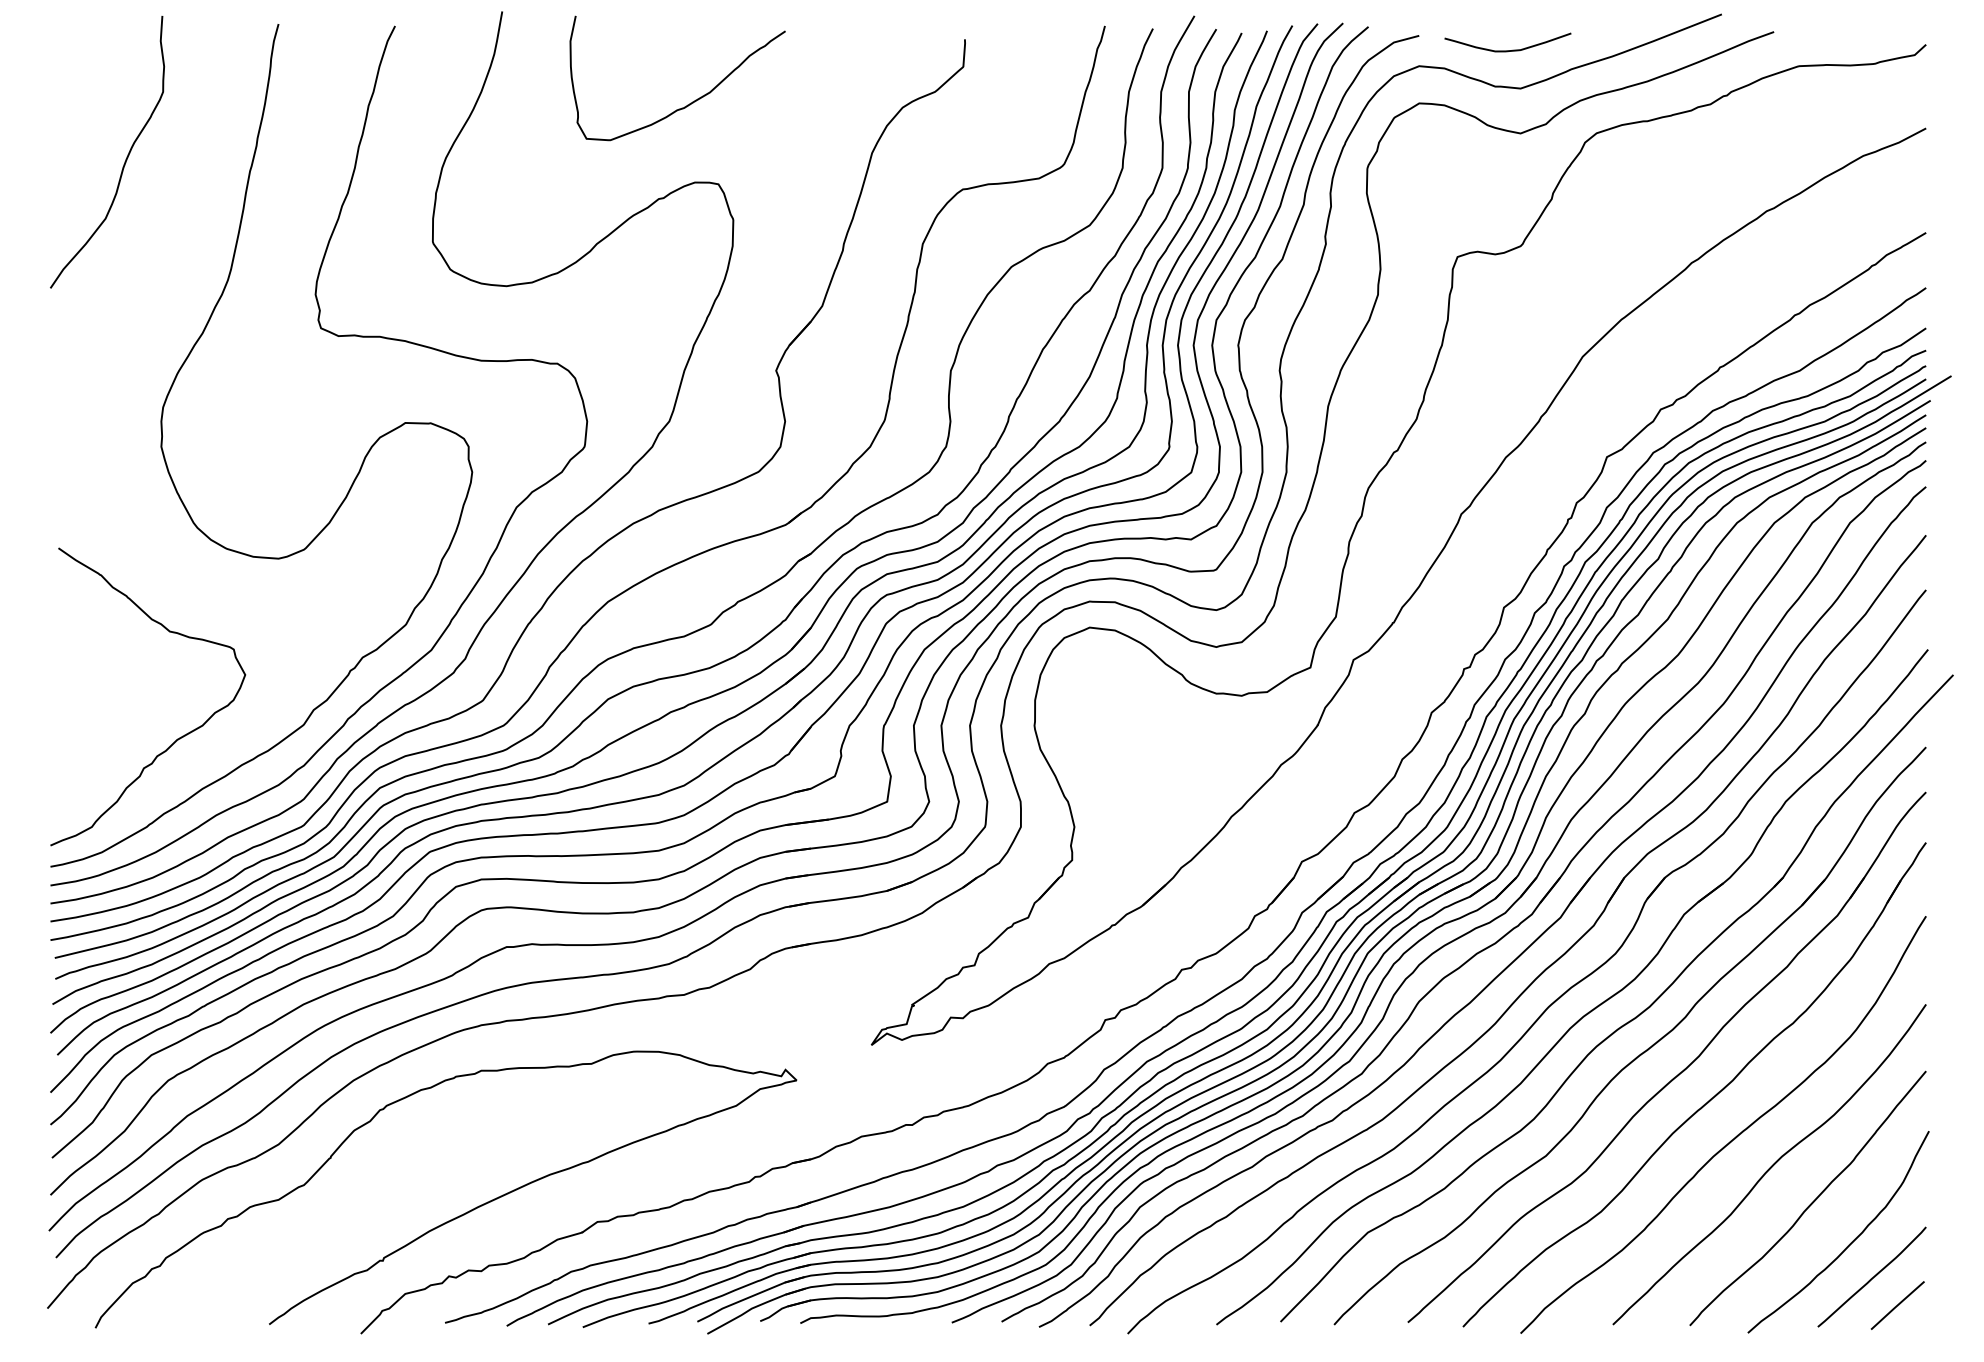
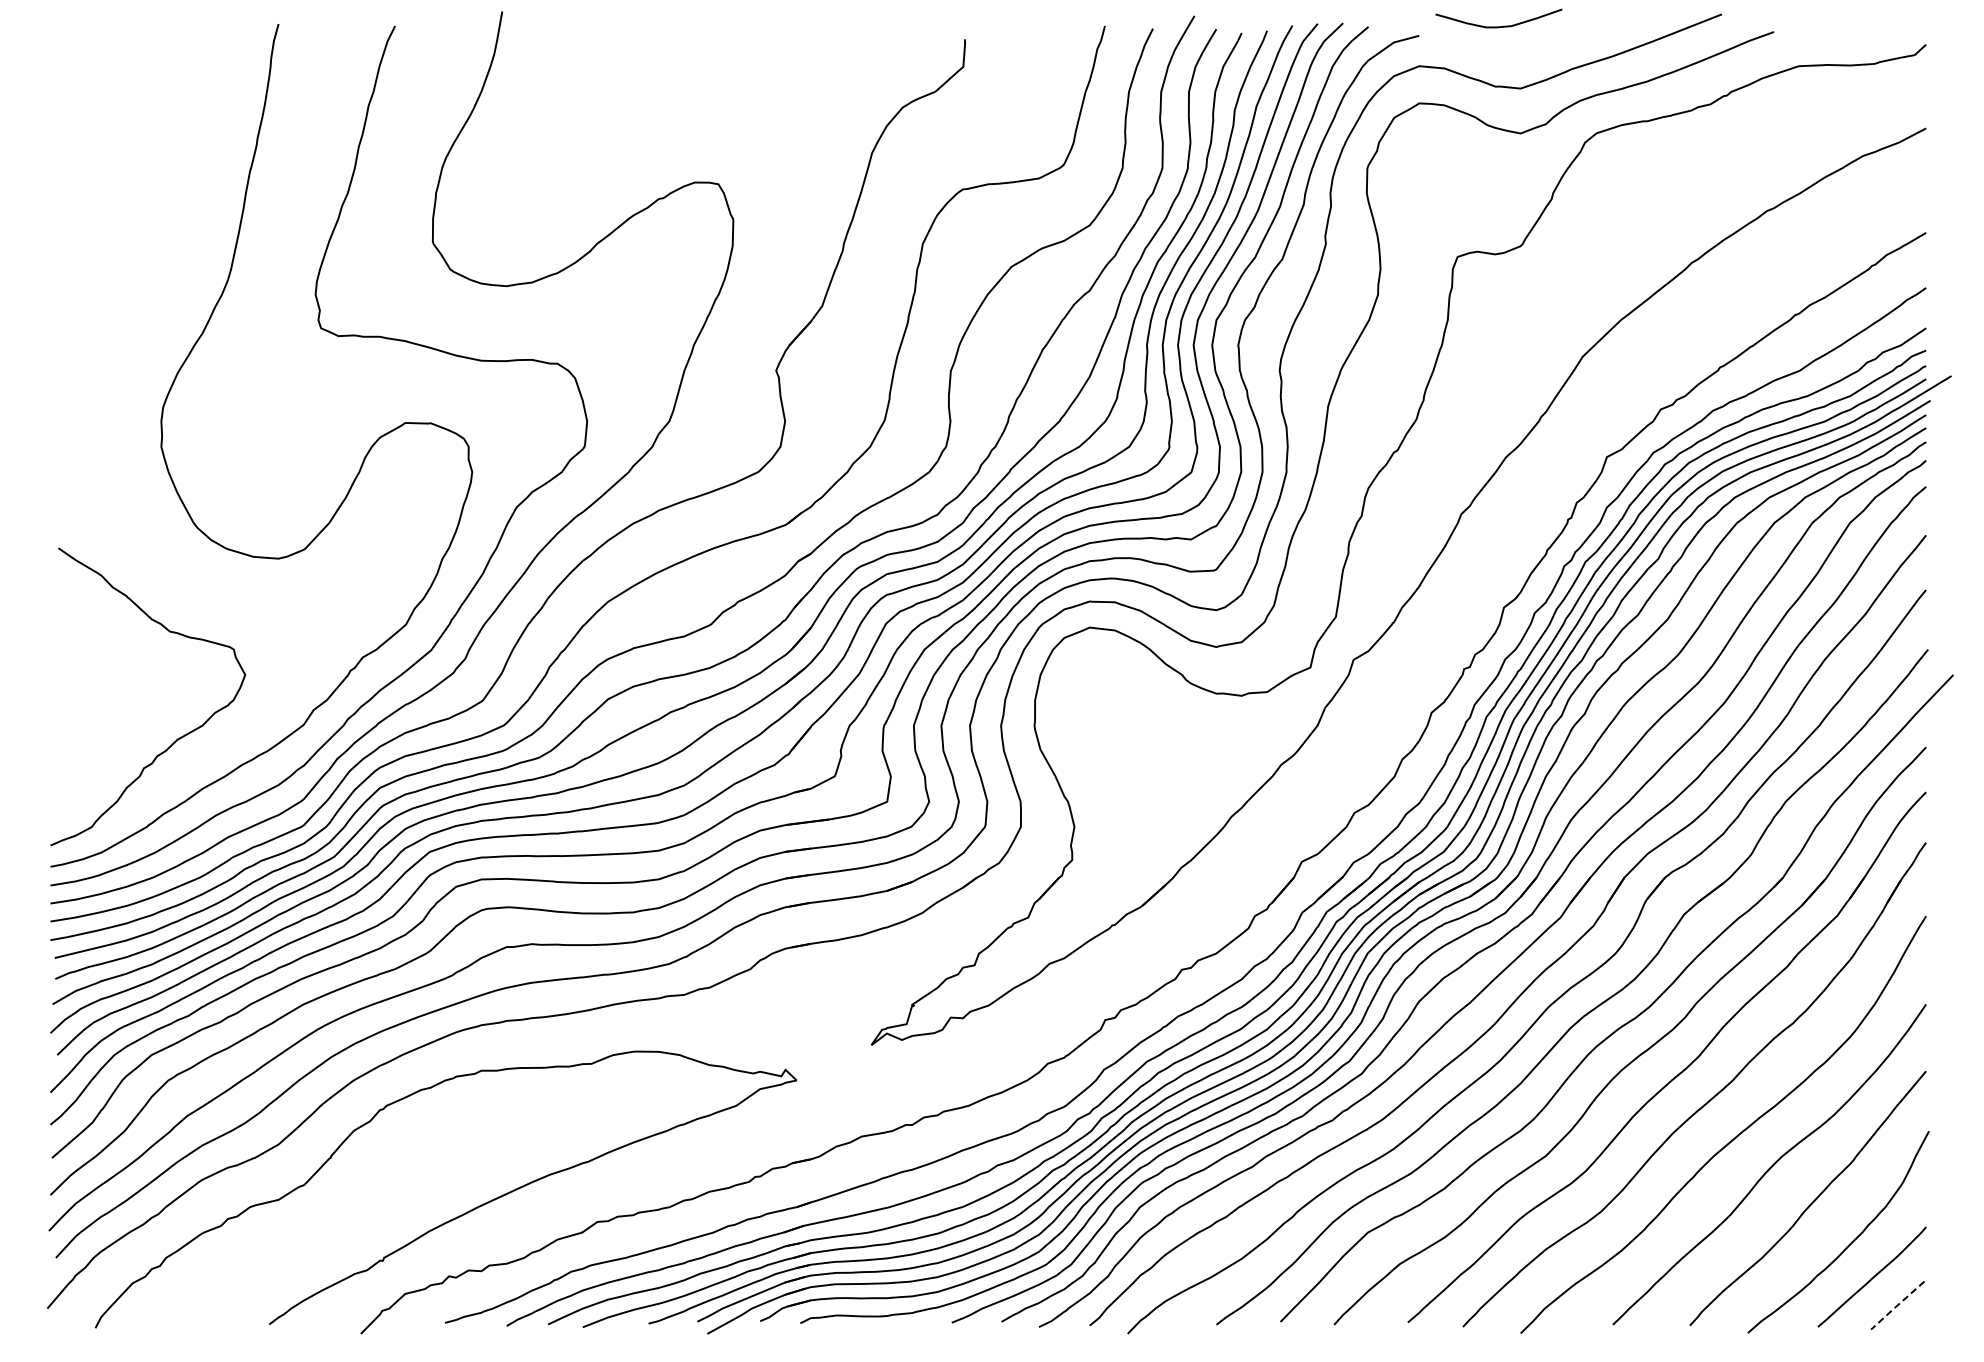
curve at (1507, 50) position: (1507, 50) -> (1498, 26)
curve at (690, 102): present -> none
curve at (124, 161): present -> none
line at (1897, 1305): solid -> dashed
